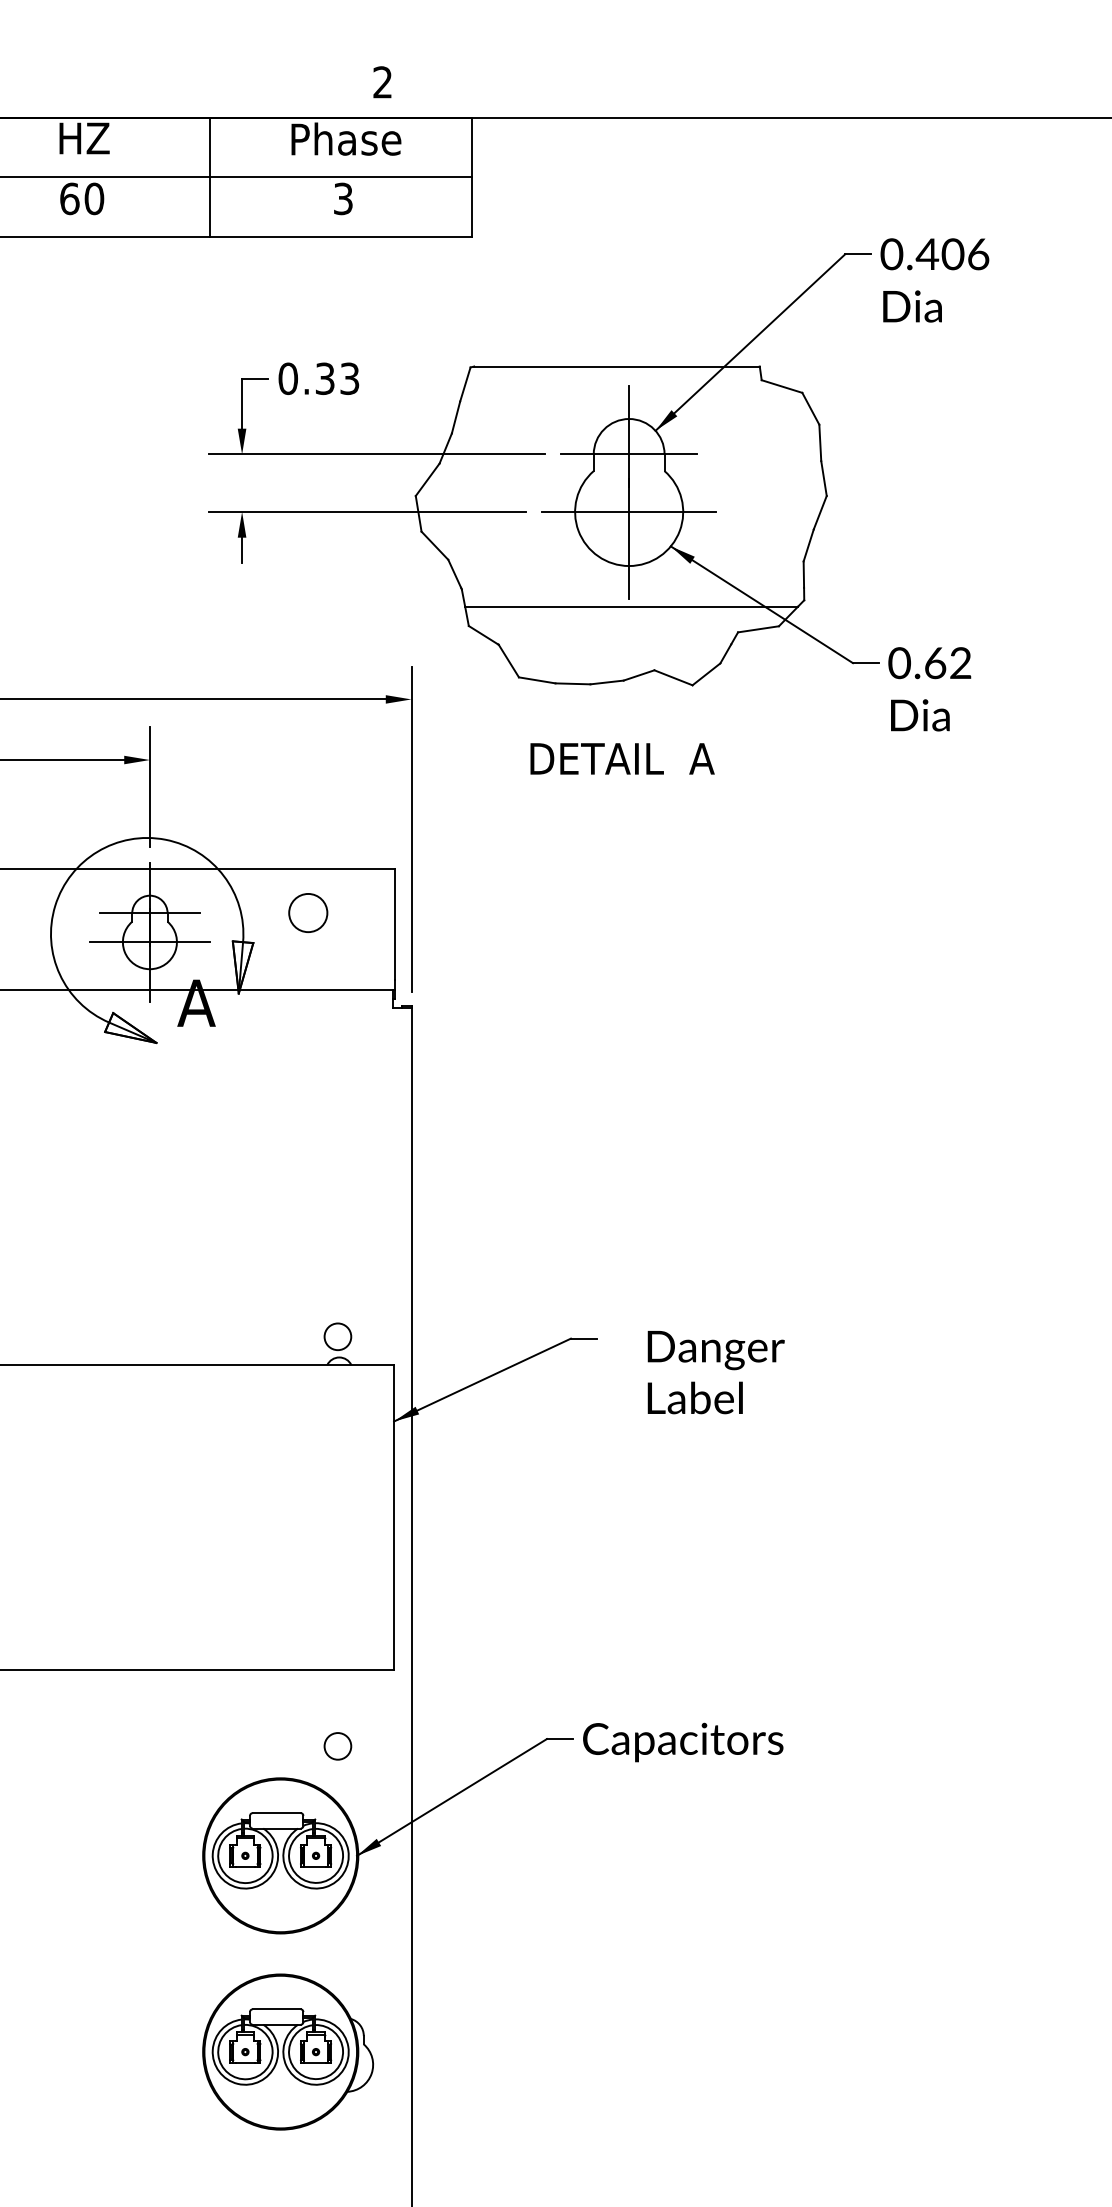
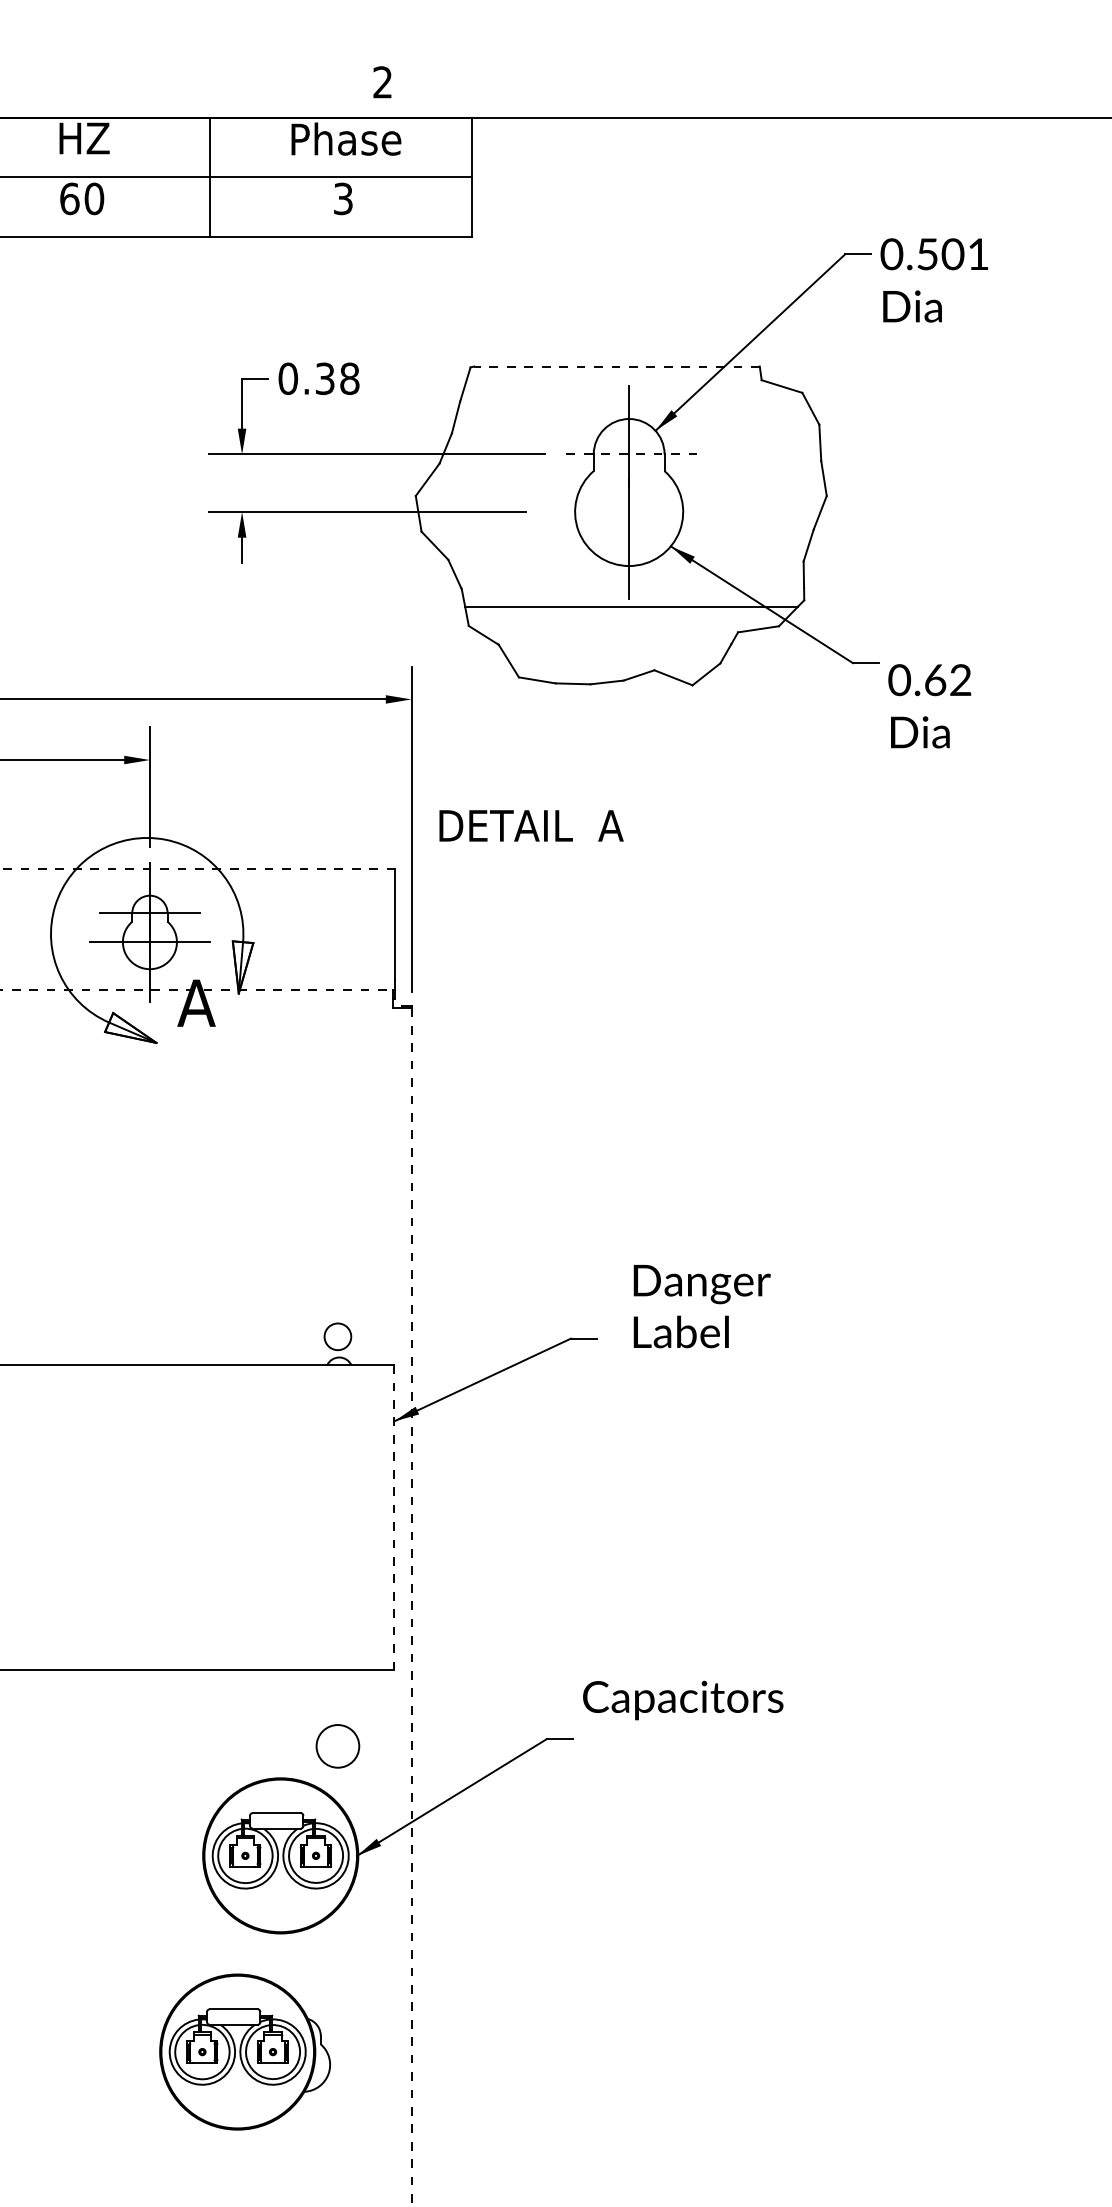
text at (952, 254): 0.406 -> 0.501
line at (617, 366): solid -> dashed
text at (349, 378): 0.33 -> 0.38
line at (628, 454): solid -> dashed
line at (628, 511): present -> none
text at (929, 689) position: (929, 689) -> (929, 706)
text at (622, 758) position: (622, 758) -> (531, 825)
line at (197, 869): solid -> dashed
circle at (308, 912): present -> none
line at (196, 989): solid -> dashed
text at (715, 1372) position: (715, 1372) -> (701, 1306)
line at (394, 1517): solid -> dashed
line at (411, 1607): solid -> dashed
text at (683, 1742) position: (683, 1742) -> (683, 1700)
circle at (337, 1746) diameter: 27 px -> 43 px
part at (287, 2051) position: (287, 2051) -> (244, 2051)
